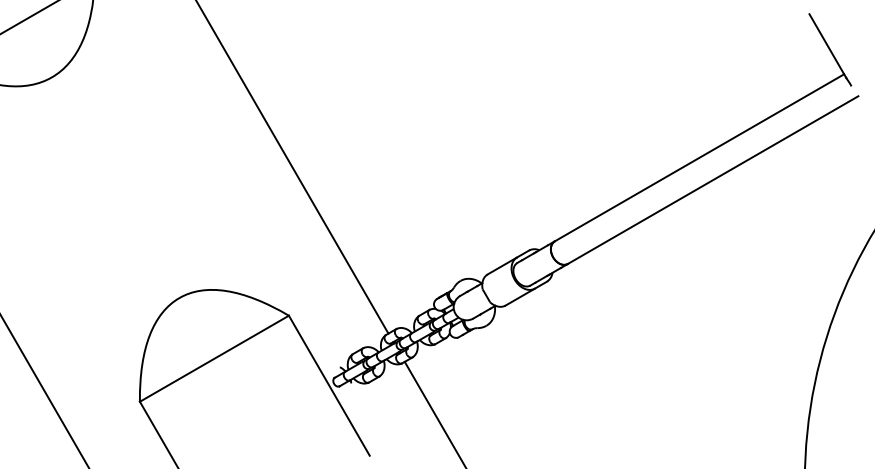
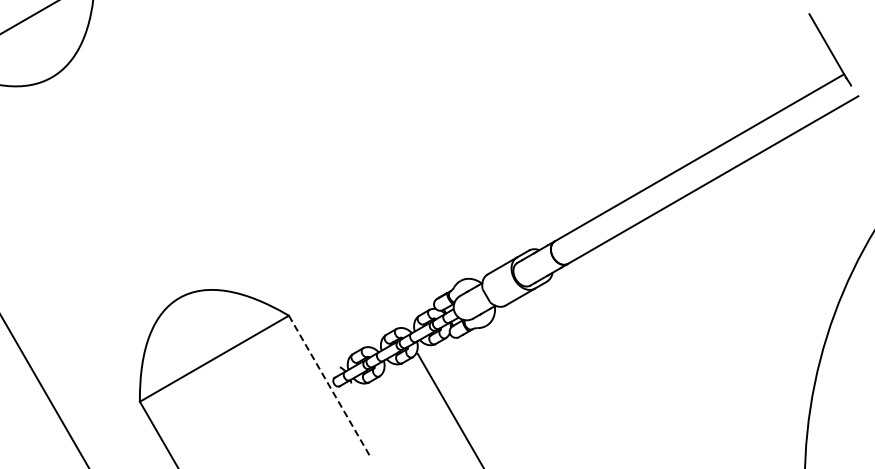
line at (292, 167): present -> none
line at (329, 385): solid -> dashed
line at (434, 413) position: (434, 413) -> (449, 409)
